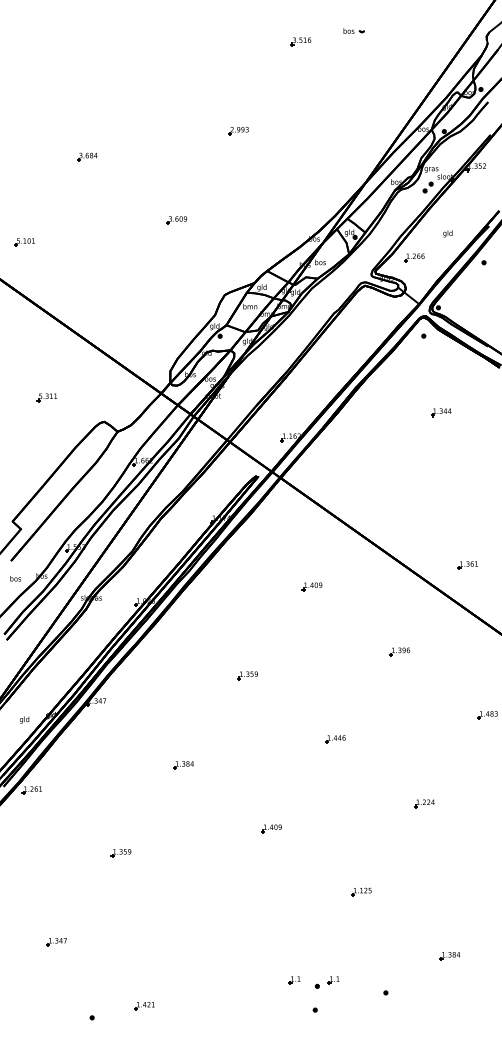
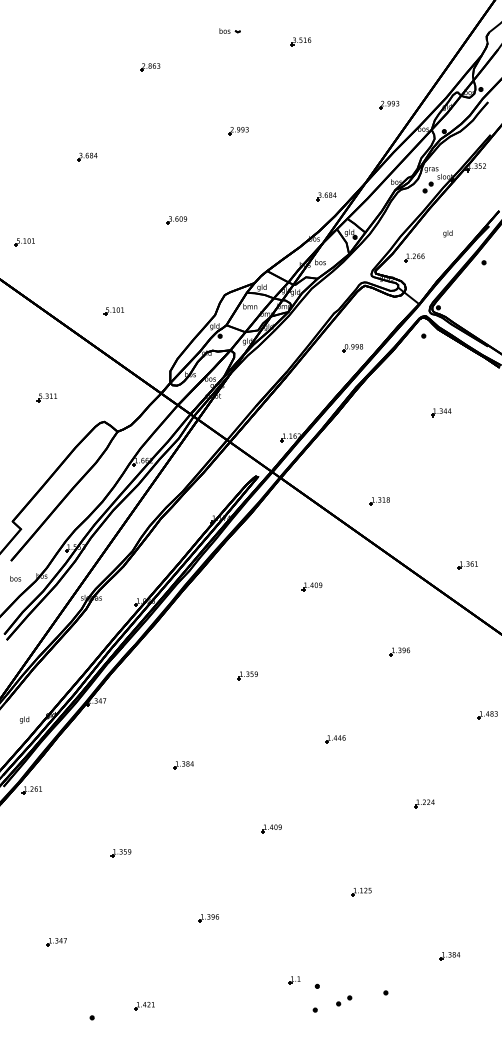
part at (353, 30) position: (353, 30) -> (229, 30)
part at (150, 67): none -> present
part at (389, 104): none -> present
part at (326, 196): none -> present
part at (113, 311): none -> present
part at (352, 348): none -> present
part at (379, 501): none -> present
part at (208, 918): none -> present
part at (333, 980): present -> none
part at (344, 1000): none -> present
